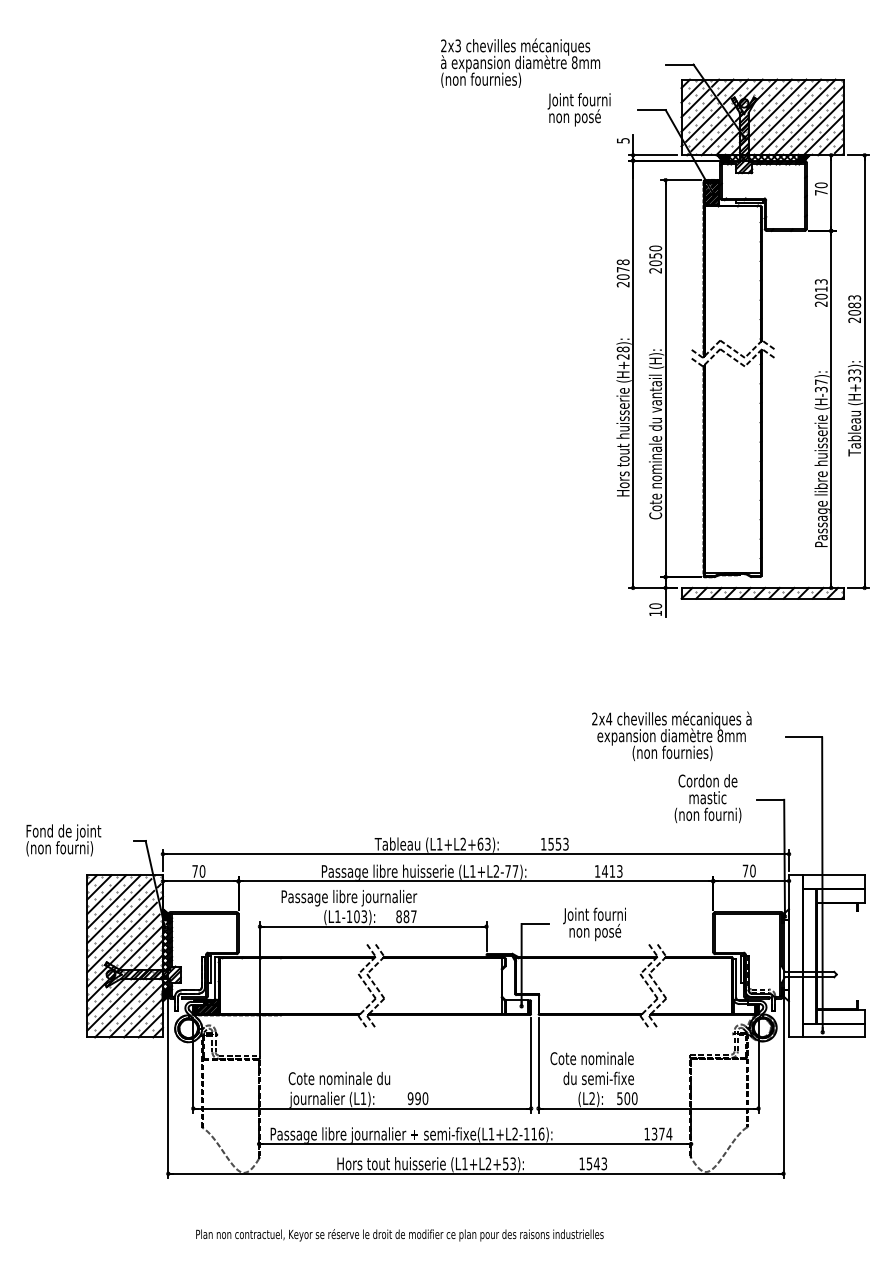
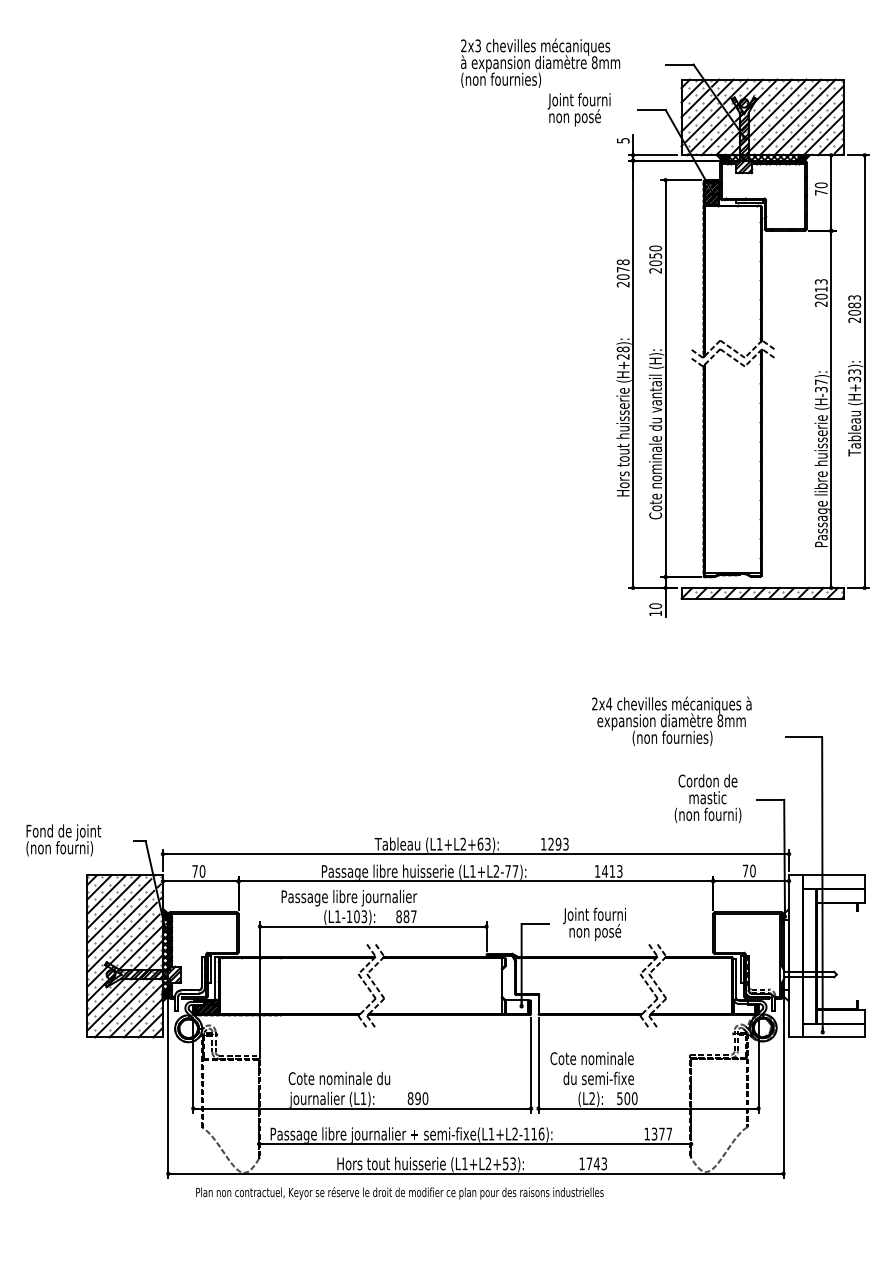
text at (520, 62) position: (520, 62) -> (540, 62)
text at (671, 736) position: (671, 736) -> (671, 721)
text at (554, 843): 1553 -> 1293
text at (410, 1098): 990 -> 890
text at (669, 1133): 1374 -> 1377
text at (589, 1163): 1543 -> 1743
text at (399, 1235) position: (399, 1235) -> (399, 1193)
